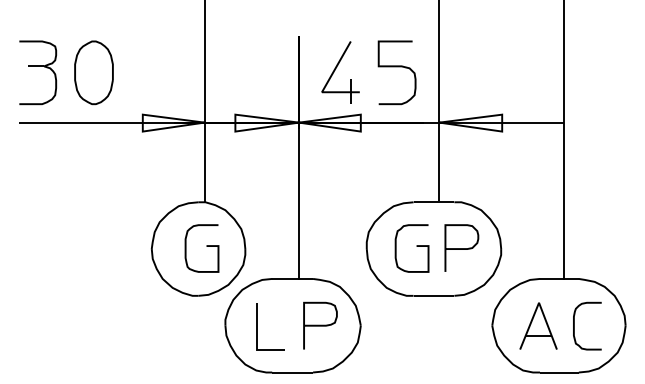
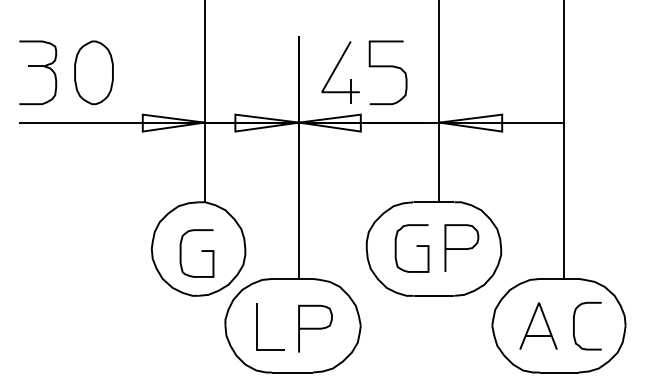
curve at (396, 67) position: (396, 67) -> (387, 67)
curve at (206, 246) position: (206, 246) -> (201, 251)
curve at (320, 325) position: (320, 325) -> (315, 328)
